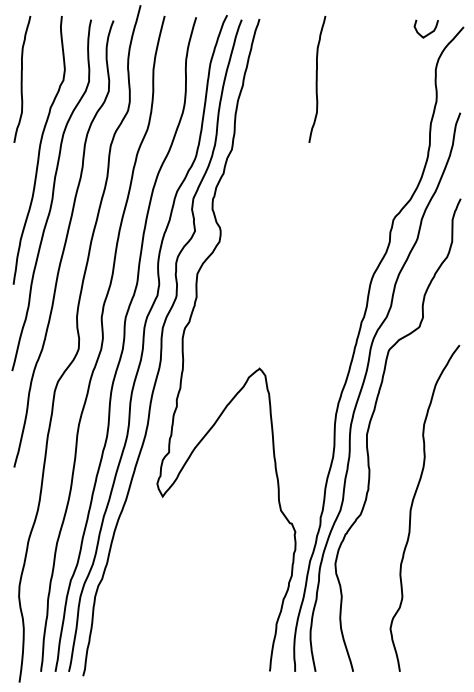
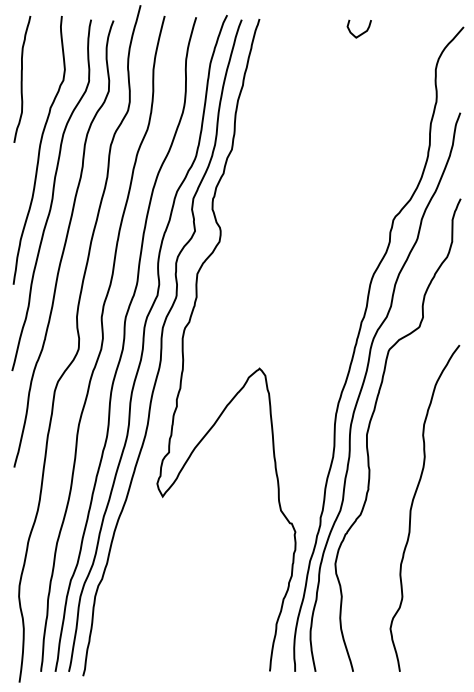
curve at (427, 33) position: (427, 33) -> (360, 33)
curve at (317, 79): present -> none
